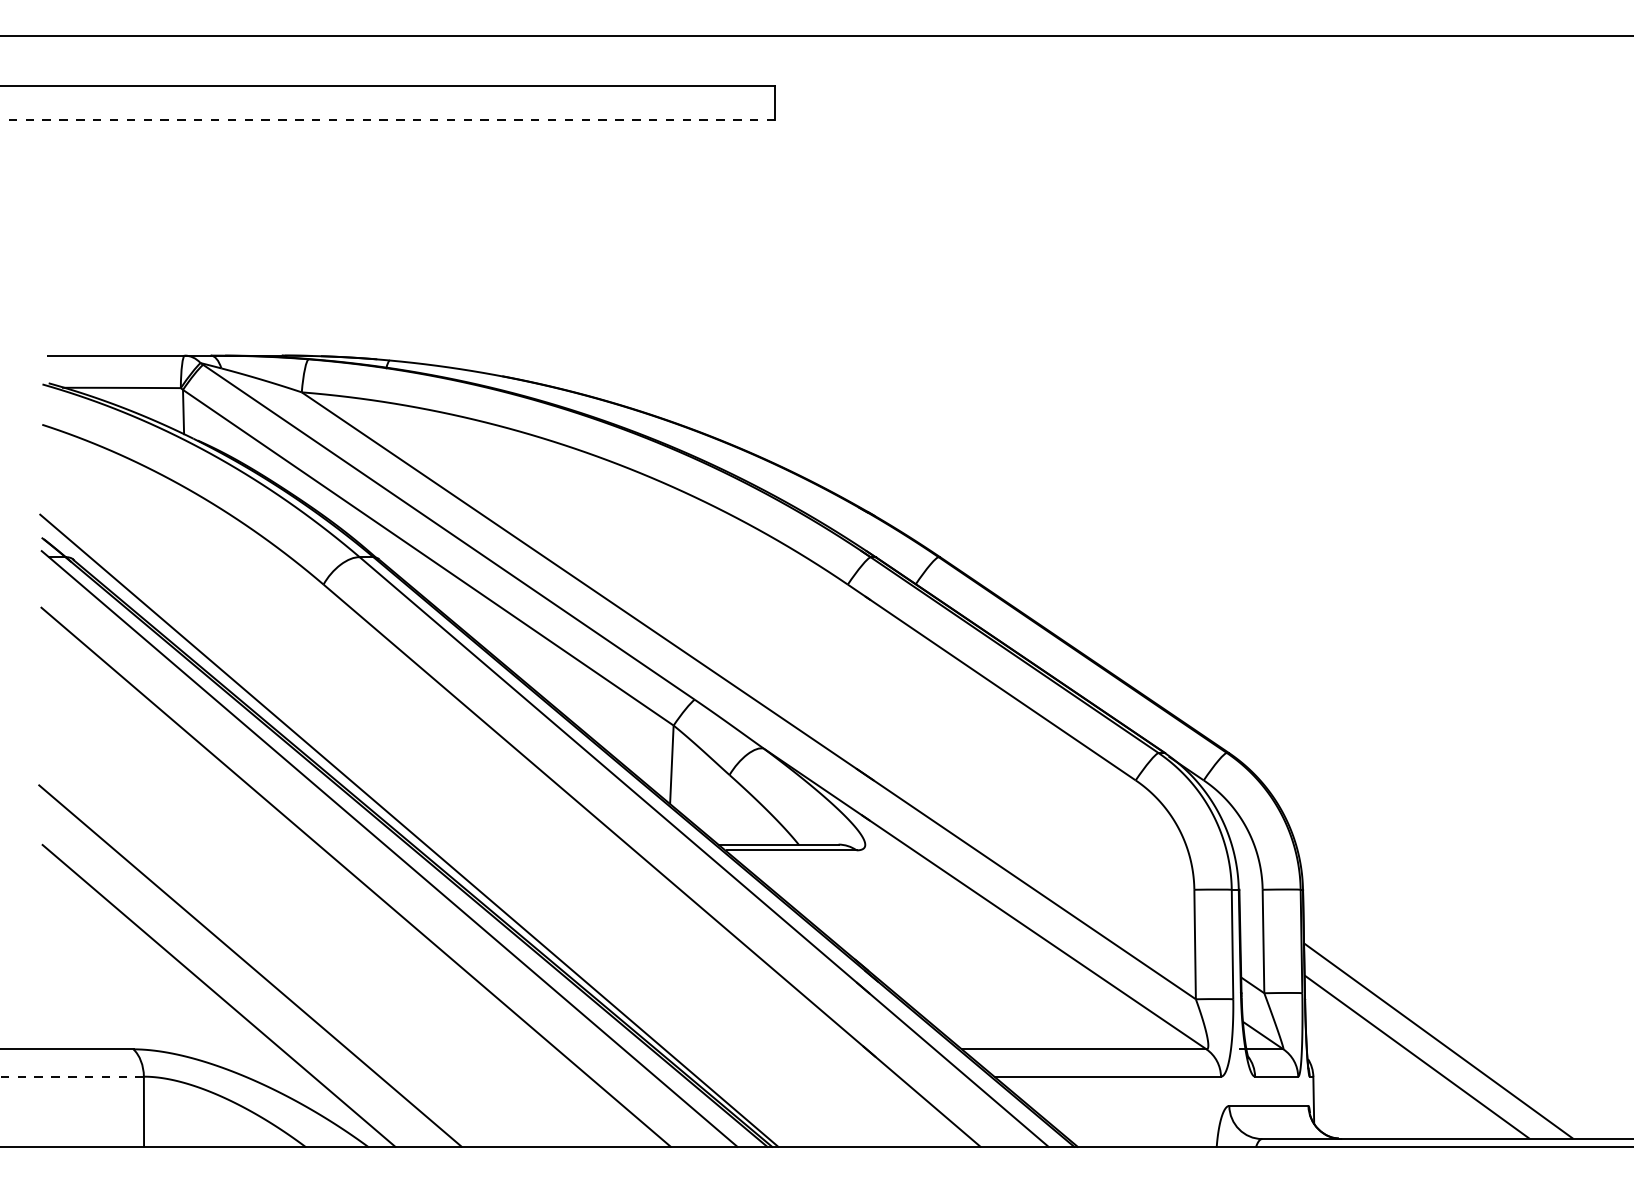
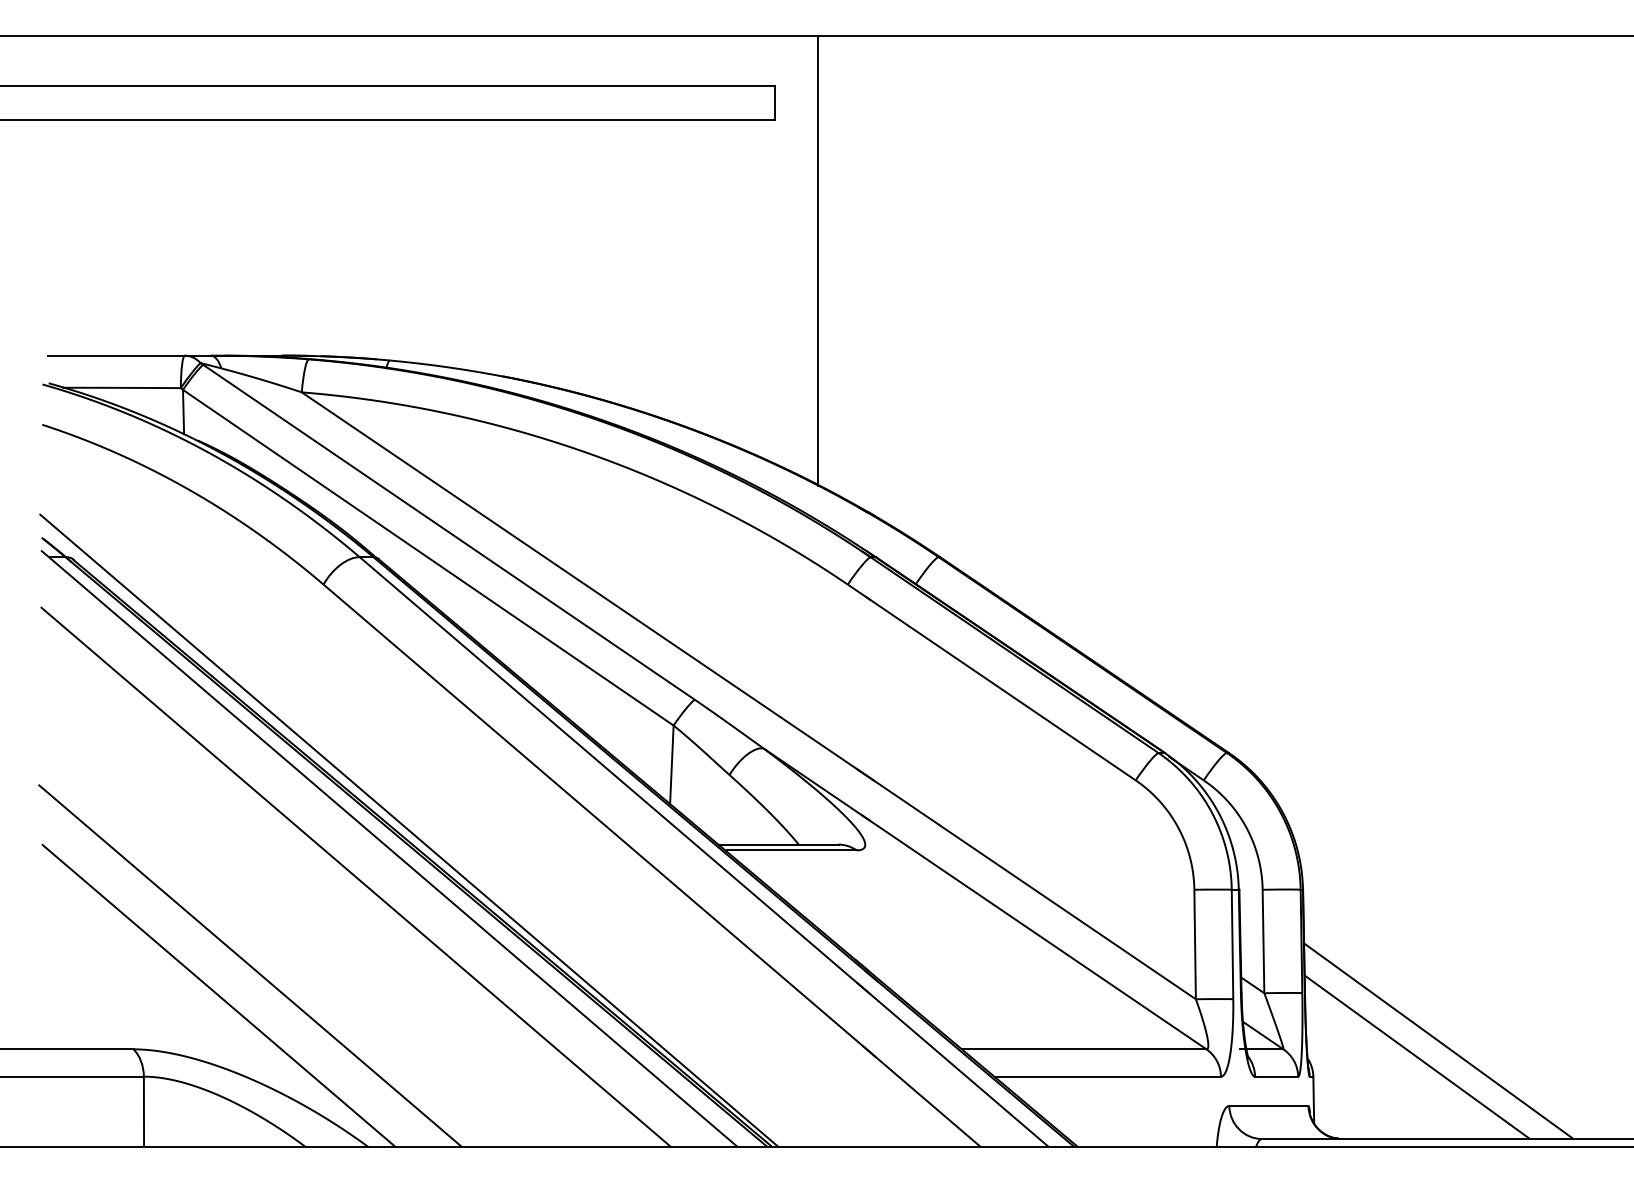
line at (387, 119): dashed -> solid
line at (817, 260): none -> present
line at (71, 1076): dashed -> solid
